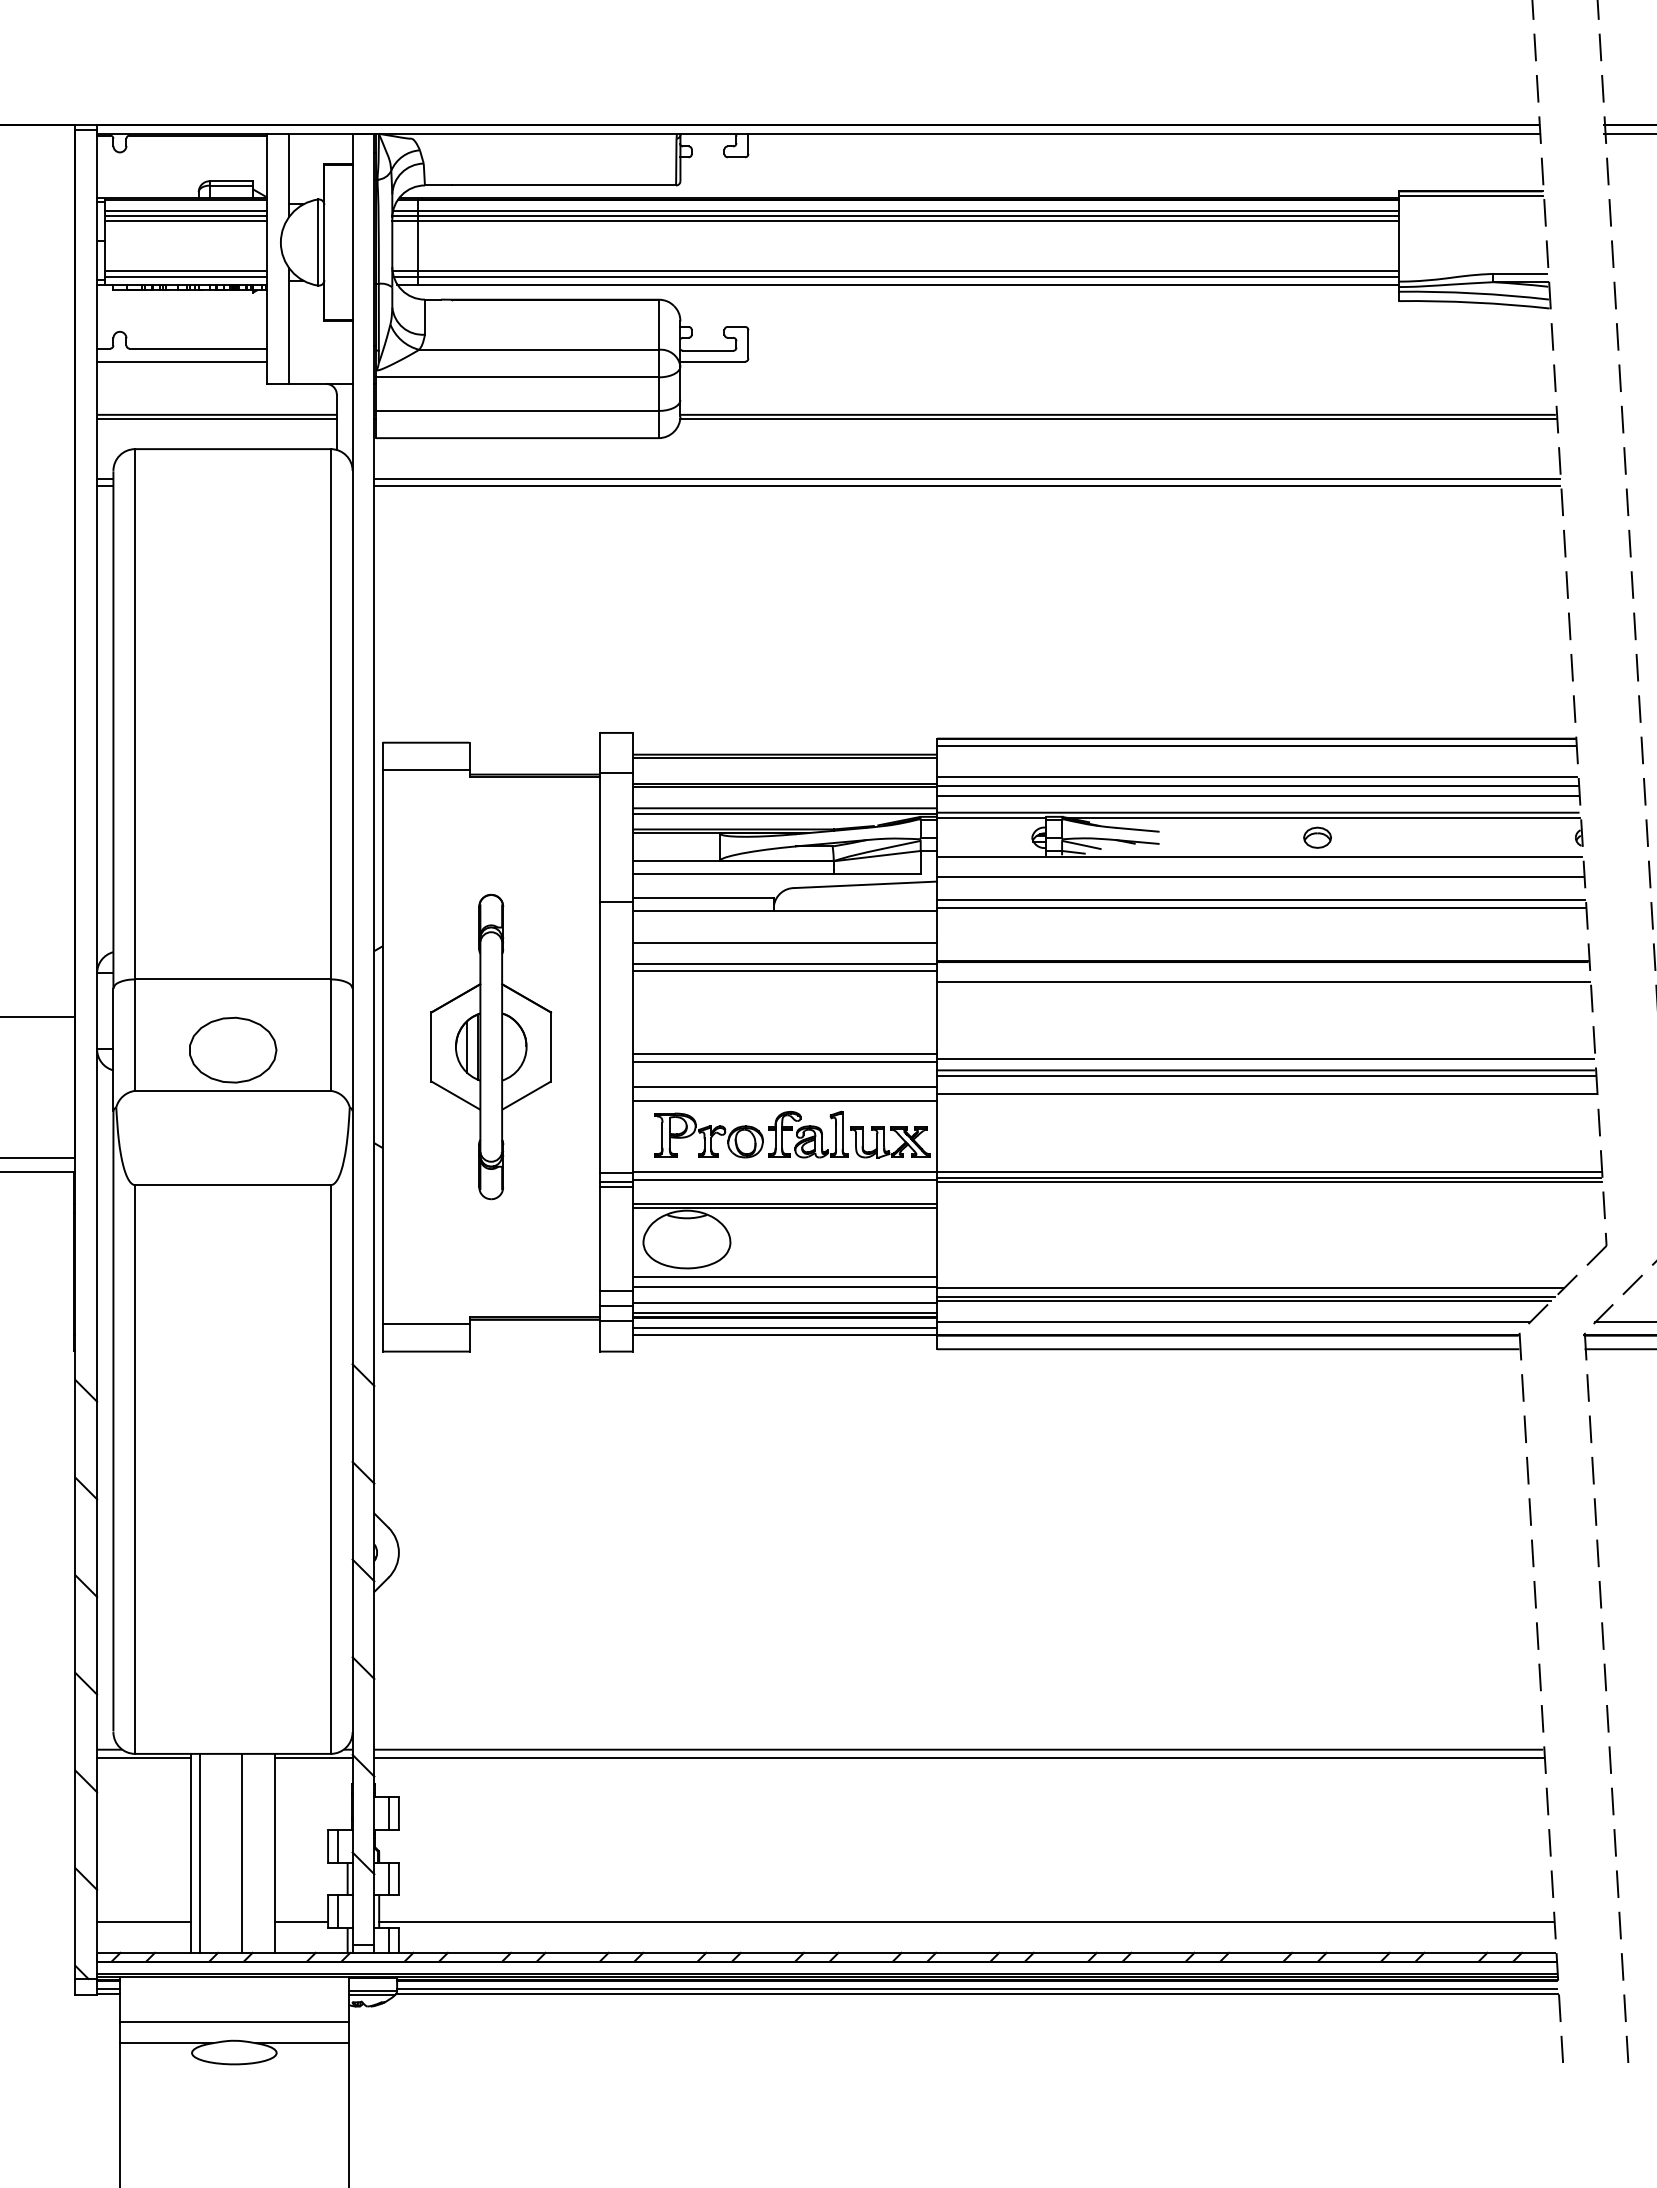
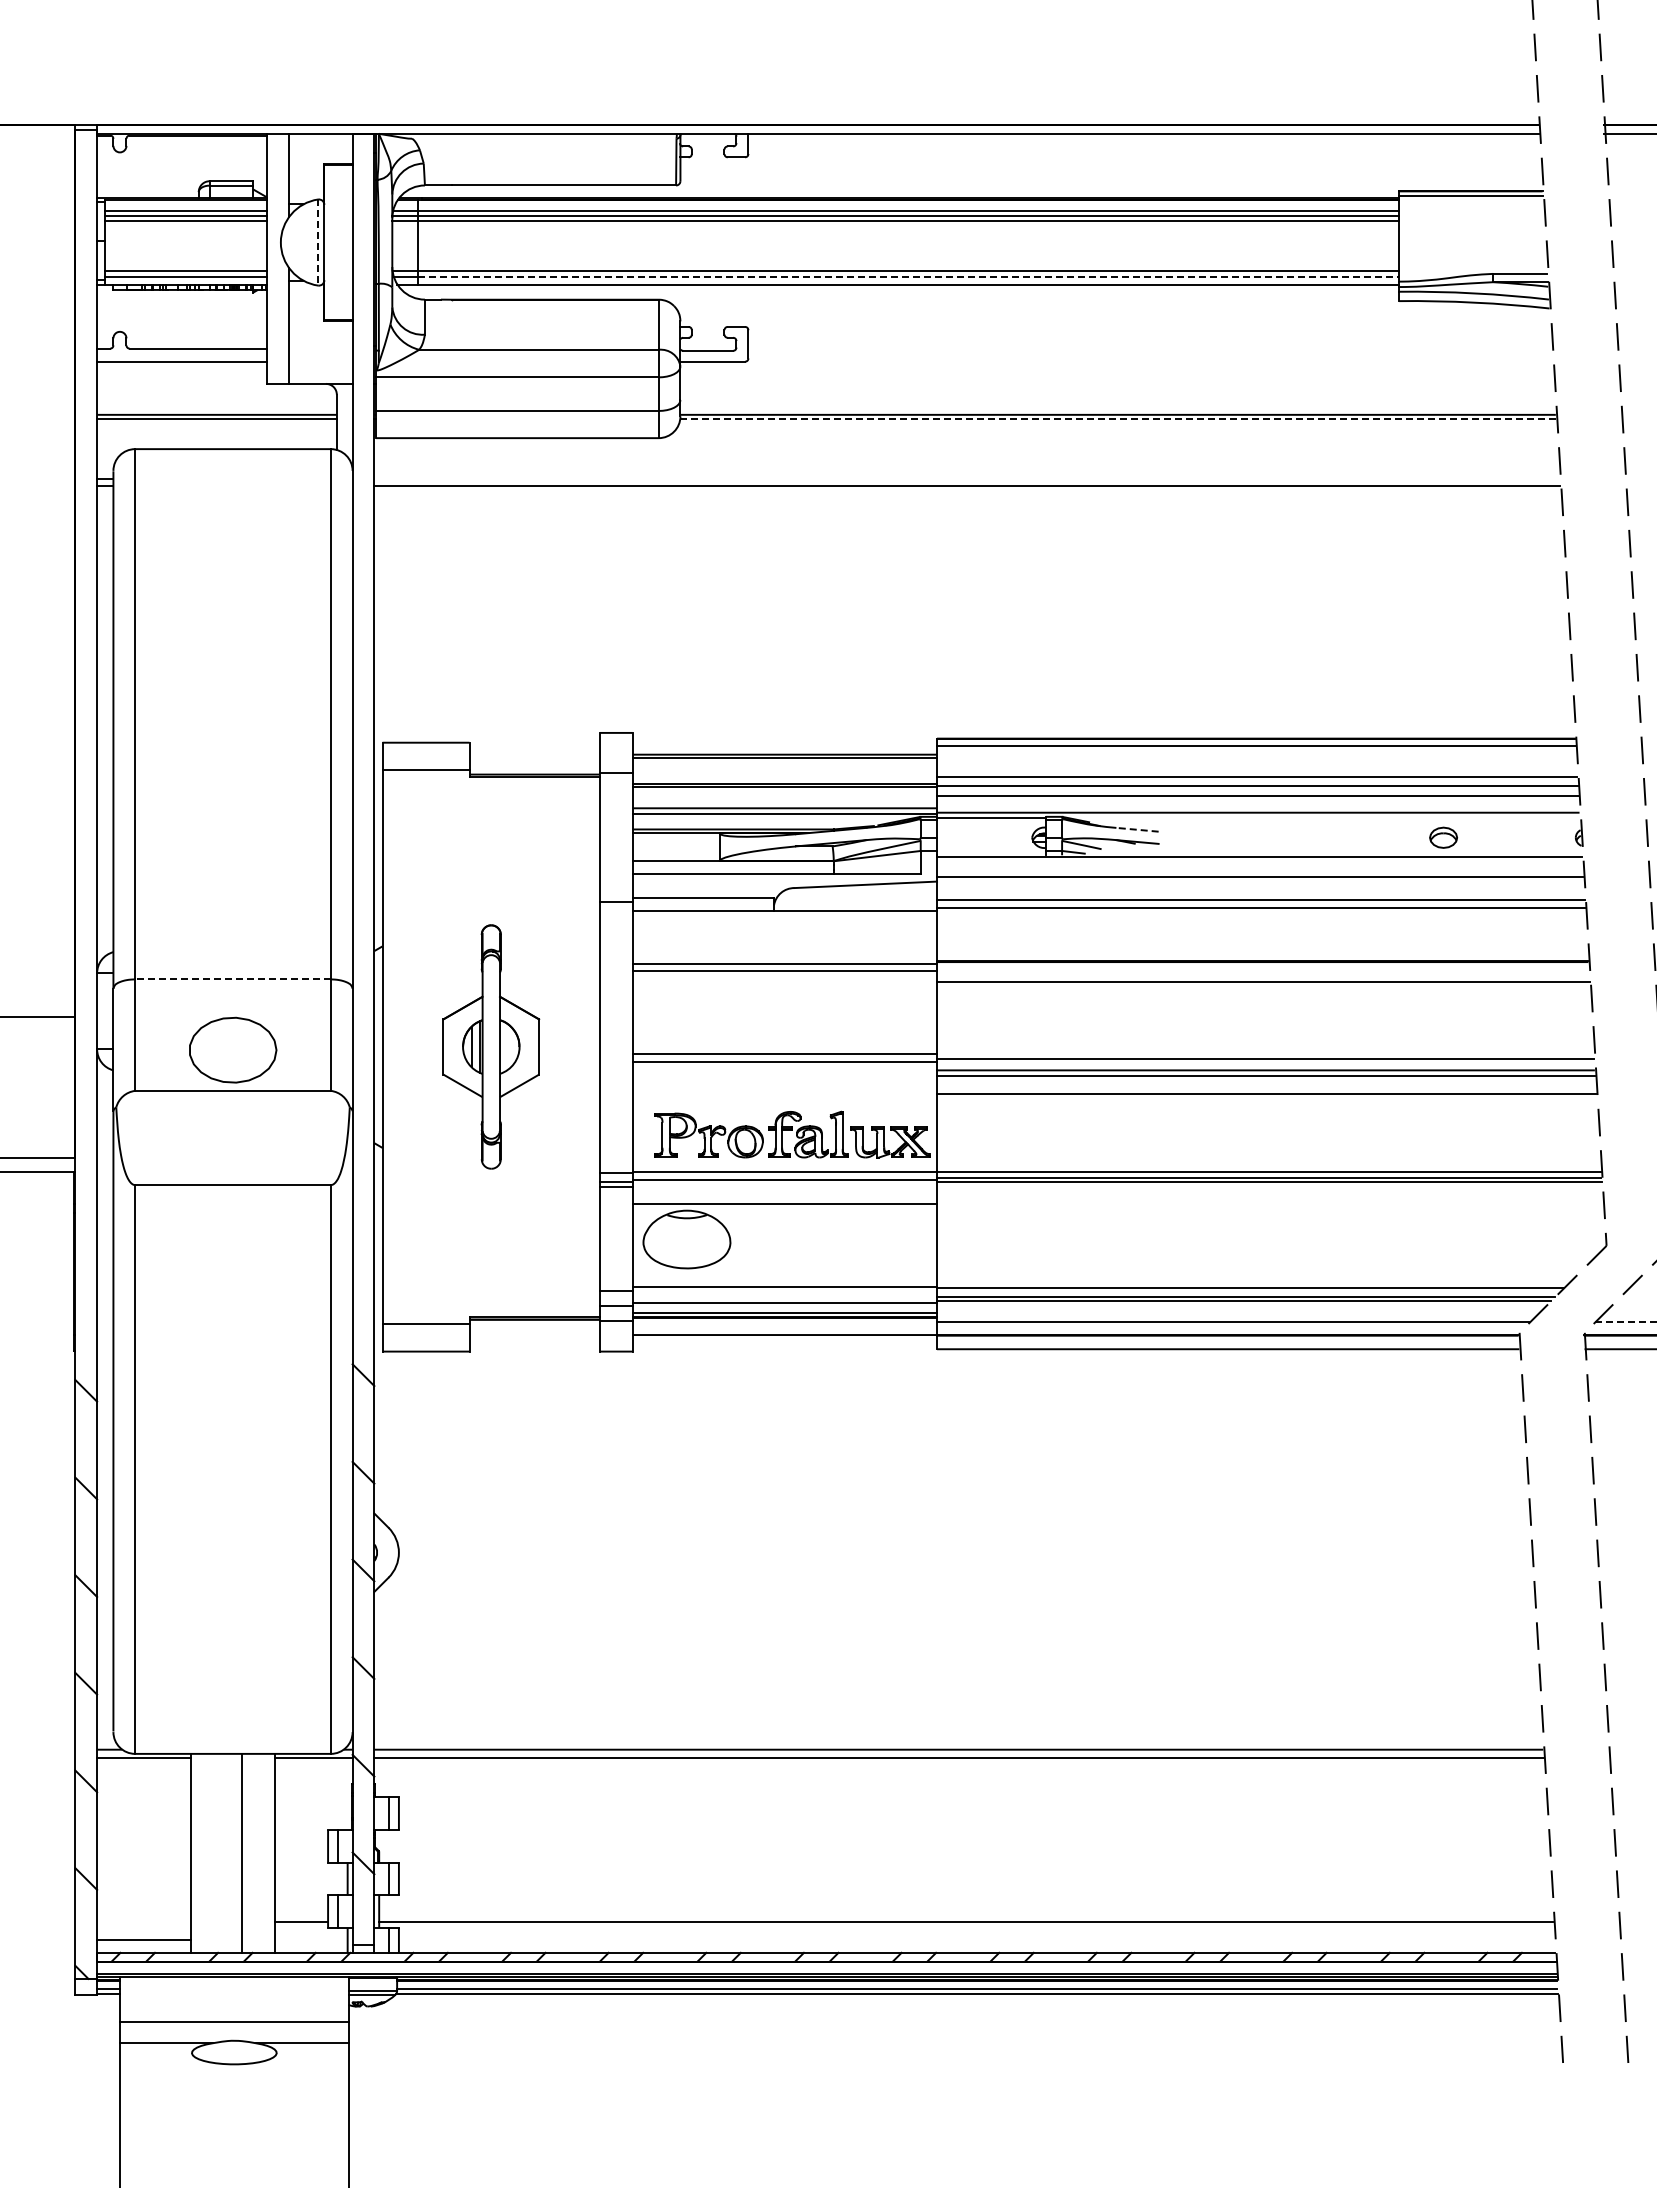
line at (318, 243): solid -> dashed
line at (908, 277): solid -> dashed
line at (1118, 419): solid -> dashed
line at (966, 478): present -> none
line at (1322, 818): present -> none
line at (1137, 829): solid -> dashed
part at (1317, 837) position: (1317, 837) -> (1443, 837)
line at (784, 943): present -> none
line at (233, 979): solid -> dashed
part at (491, 1046) size: 123x308 px -> 99x246 px
line at (784, 1086): present -> none
line at (784, 1100): present -> none
line at (784, 1207): present -> none
line at (784, 1277): present -> none
line at (1625, 1322): solid -> dashed
line at (784, 1328): present -> none
line at (200, 1852): present -> none
line at (144, 1921) position: (144, 1921) -> (144, 1939)
